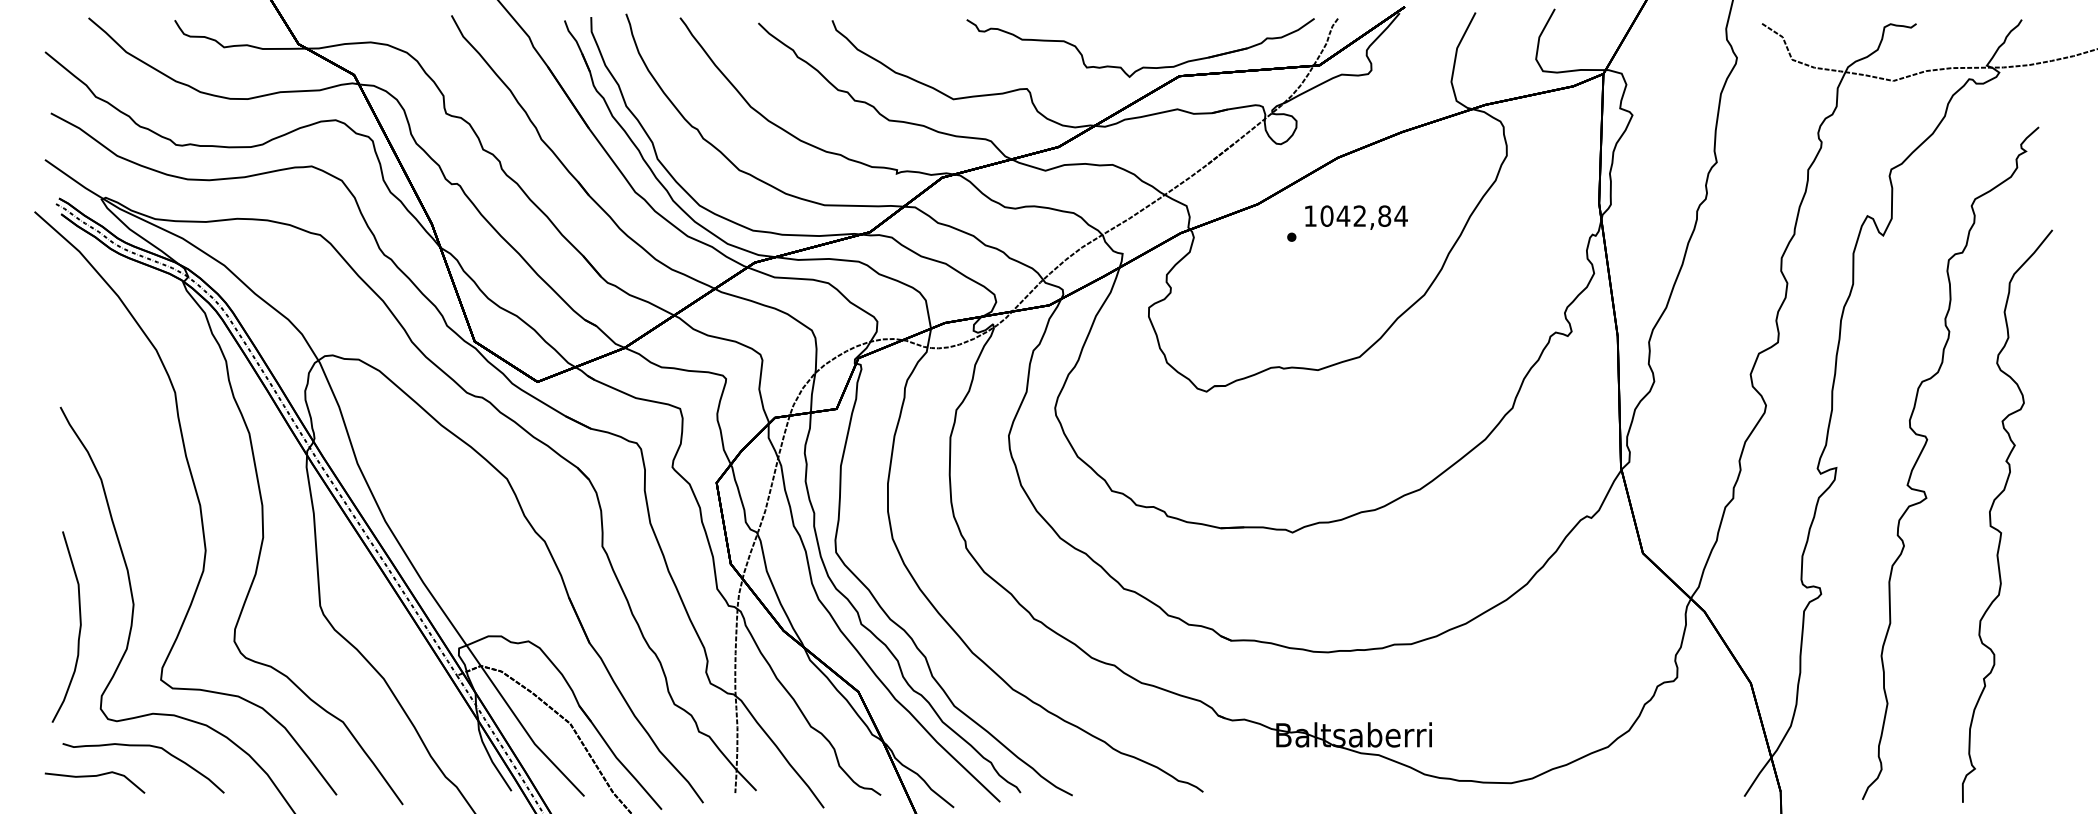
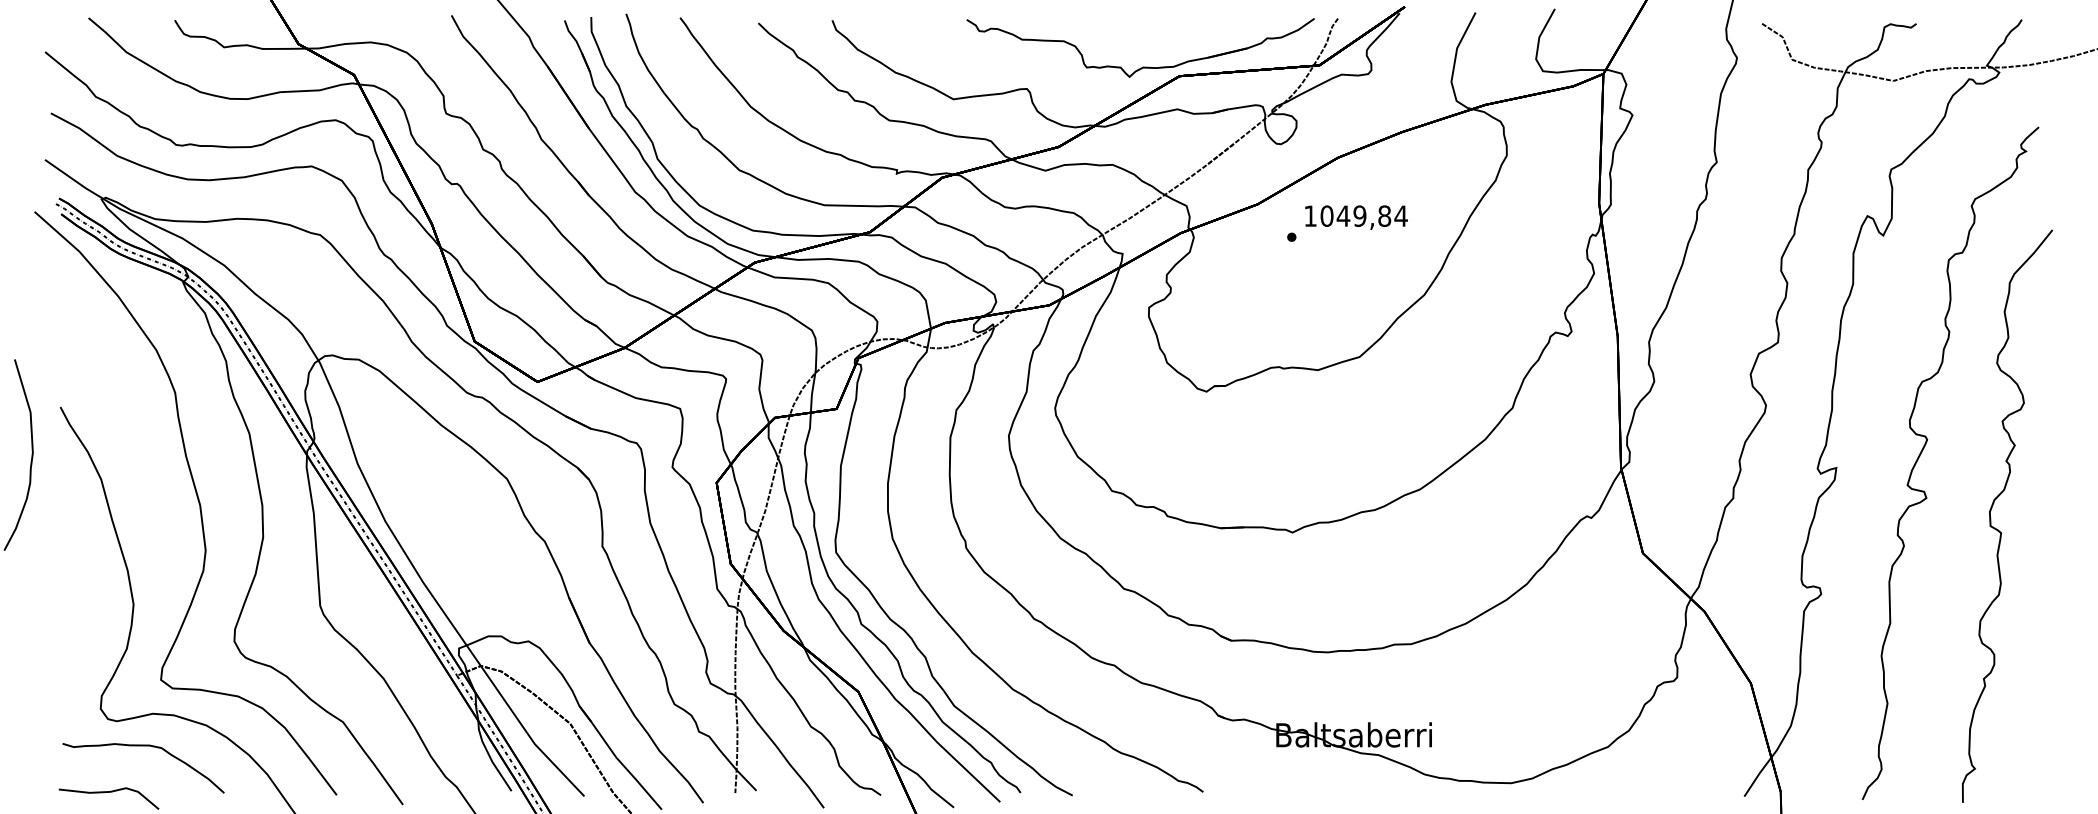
text at (1359, 215): 1042,84 -> 1049,84
curve at (79, 626) position: (79, 626) -> (31, 454)
curve at (94, 776) position: (94, 776) -> (108, 792)
